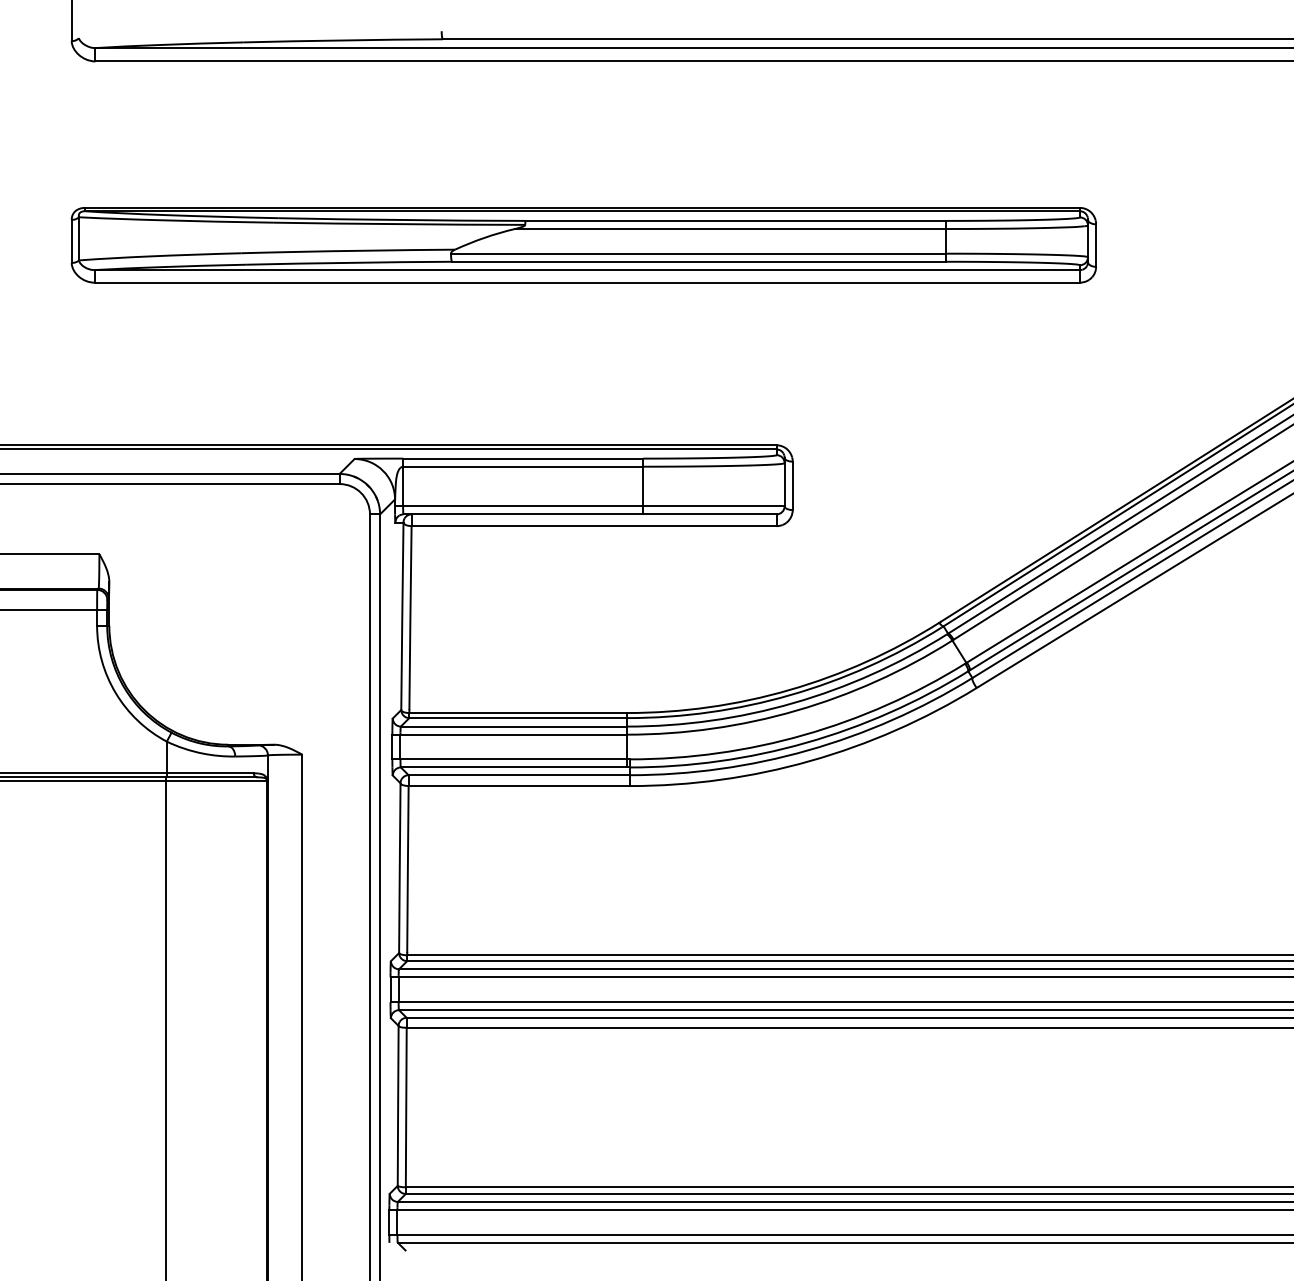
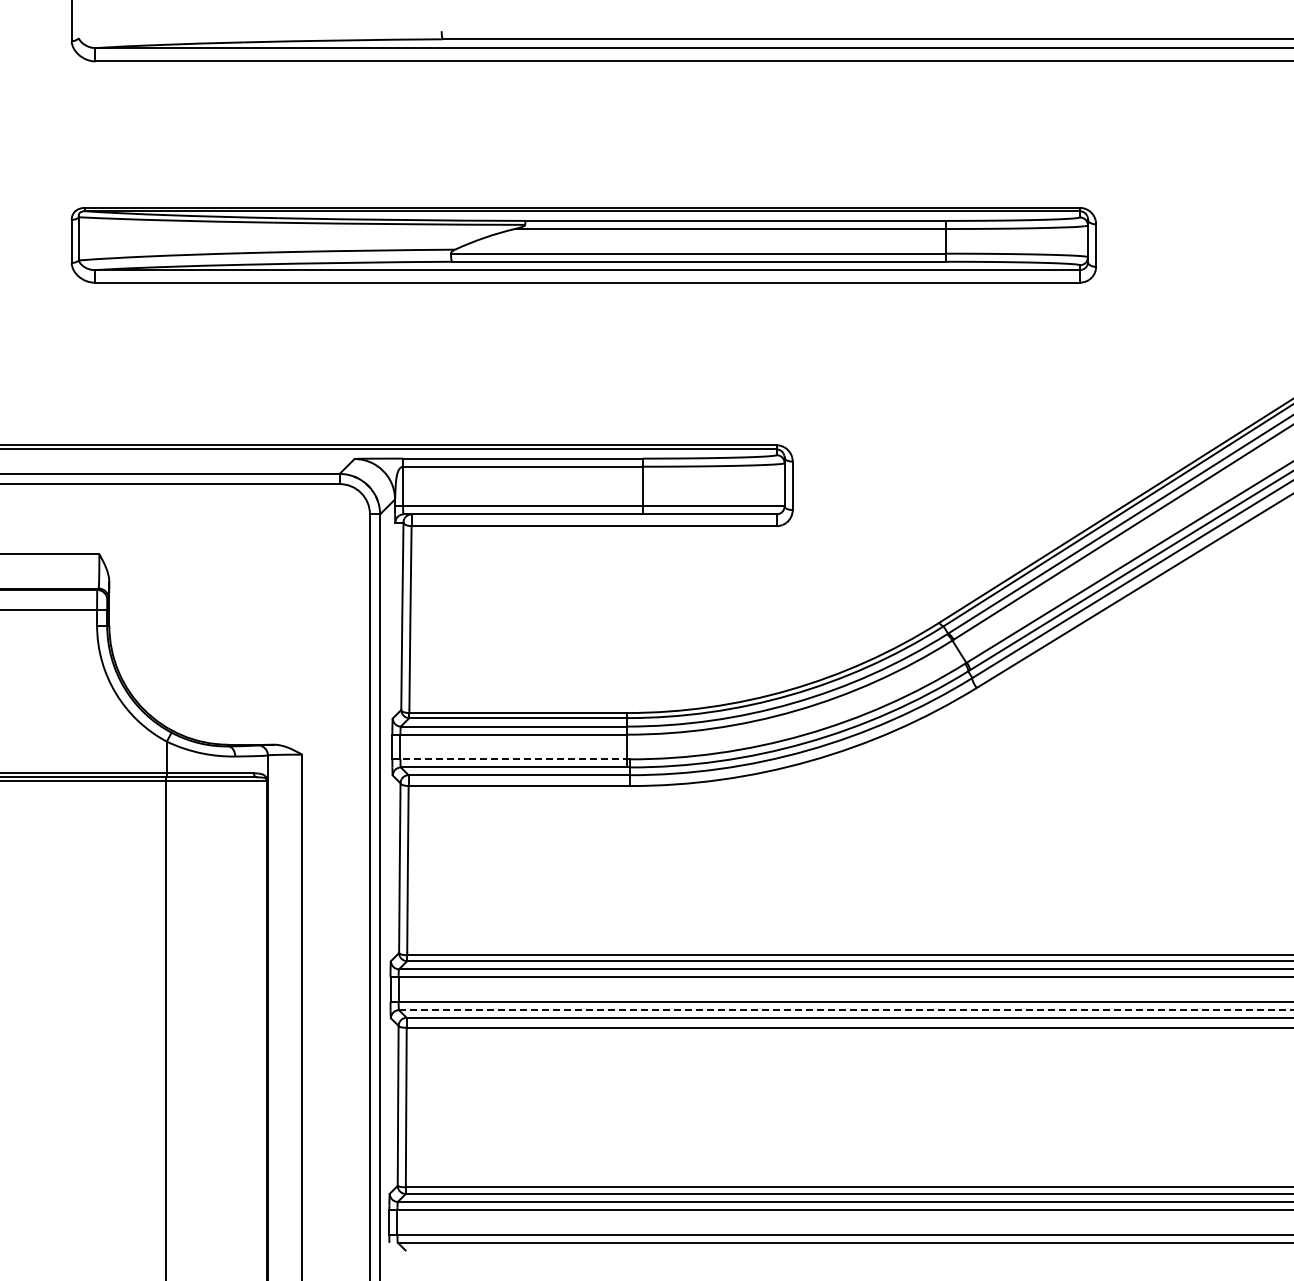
line at (510, 759): solid -> dashed
line at (846, 1010): solid -> dashed
